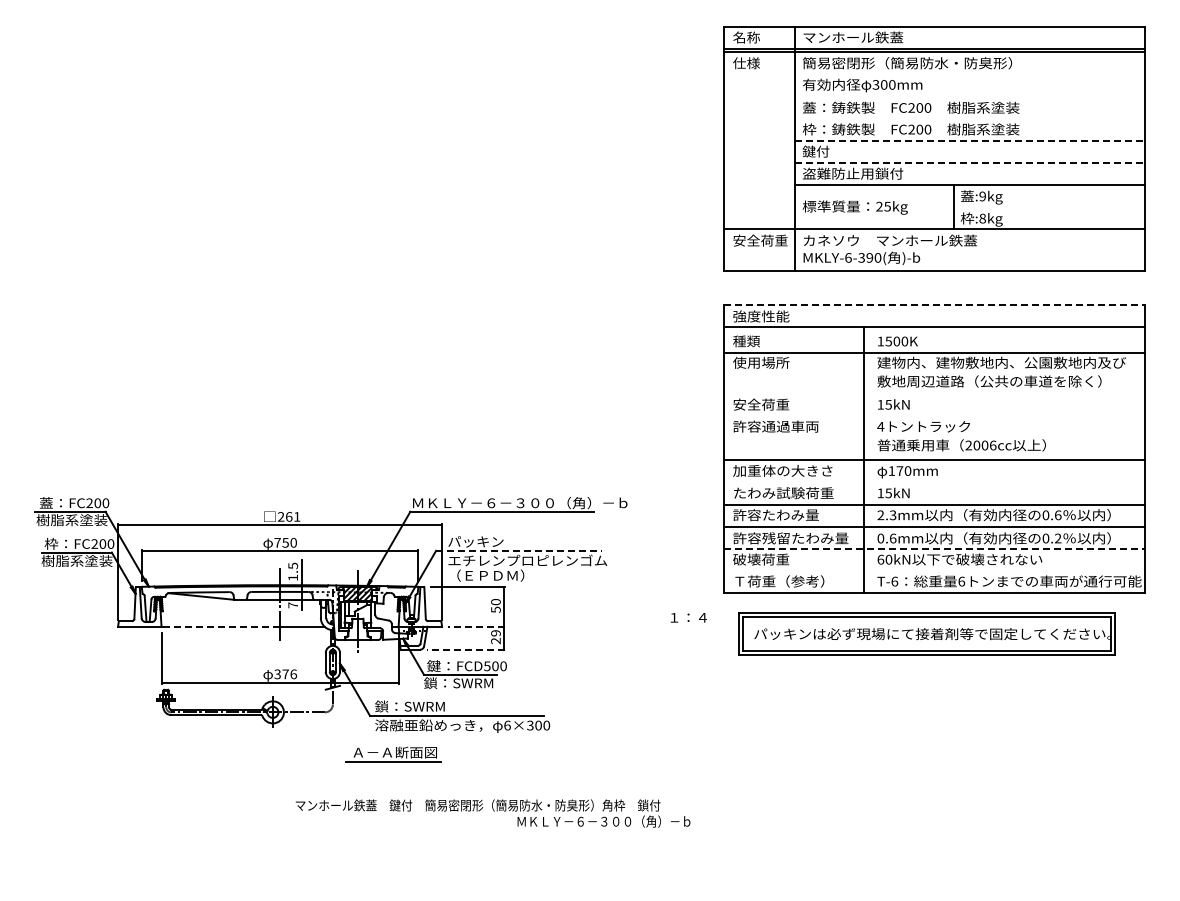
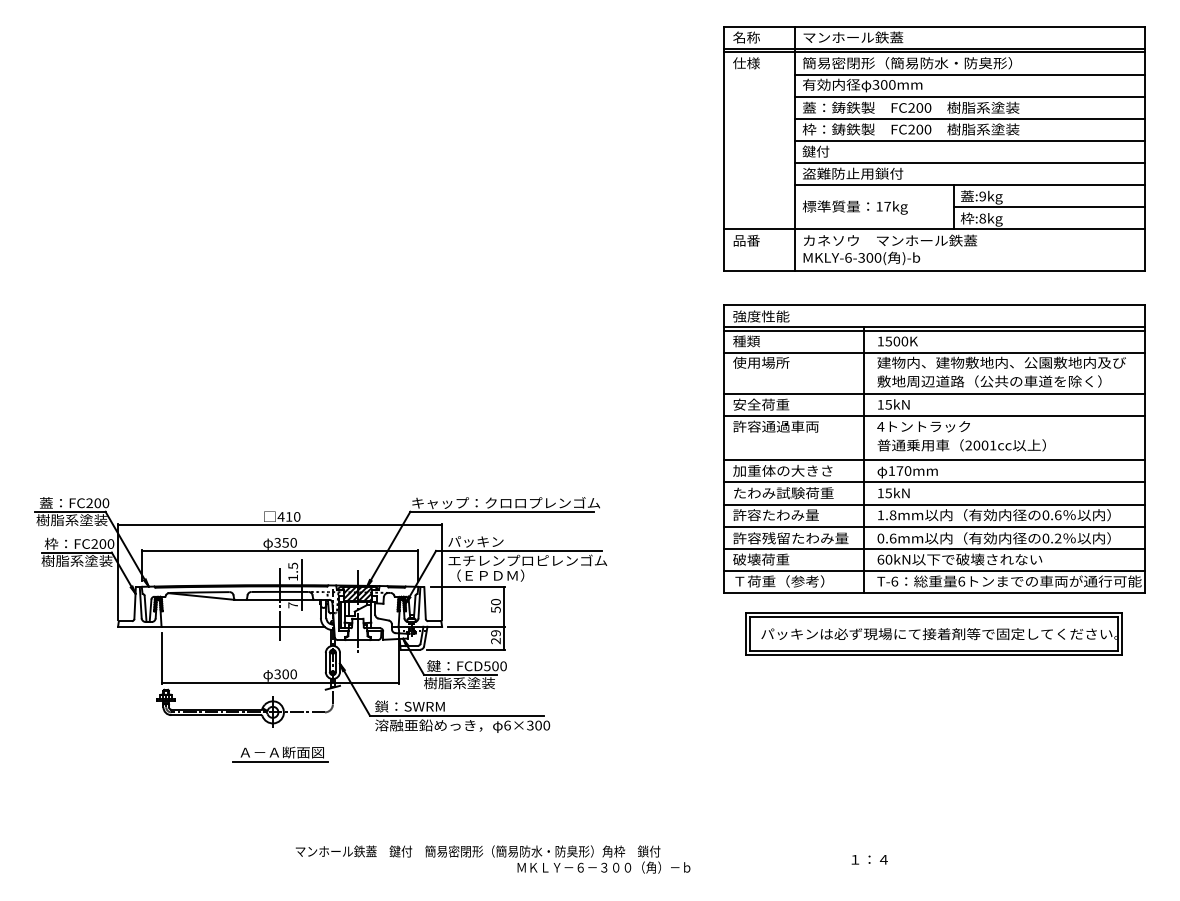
line at (969, 74): none -> present
line at (969, 96): none -> present
line at (969, 118): none -> present
line at (970, 140): dashed -> solid
line at (970, 163): dashed -> solid
text at (883, 206): 25kg -> 17kg
line at (1048, 207): none -> present
text at (760, 240): 安全荷重 -> 品番
text at (869, 257): MKLY-6-390( -> MKLY-6-300(
line at (934, 305): dashed -> solid
line at (934, 330): none -> present
line at (934, 393): none -> present
line at (934, 415): none -> present
text at (993, 445): 2006cc -> 2001cc
line at (934, 482): none -> present
text at (519, 503): ＭＫＬＹ－６－３００（角）－ｂ -> キャップ：クロロプレンゴム
text at (886, 514): 2.3mm -> 1.8mm
text at (288, 516): 261 -> 410
text at (277, 542): 750 -> 350
line at (934, 548): dashed -> solid
line at (519, 550): dashed -> solid
line at (934, 570): none -> present
text at (688, 617) position: (688, 617) -> (869, 859)
line at (220, 626): dashed -> solid
line at (476, 626): dashed -> solid
part at (926, 633) position: (926, 633) -> (933, 633)
line at (465, 649): dashed -> solid
text at (289, 674): 376 -> 300
text at (459, 683): 鎖：SWRM -> 樹脂系塗装
part at (393, 754) position: (393, 754) -> (280, 754)
text at (493, 813) position: (493, 813) -> (493, 859)
